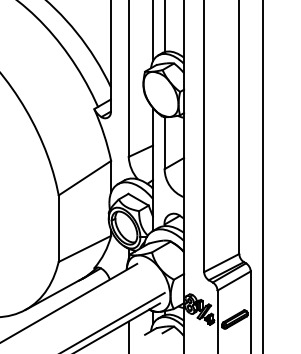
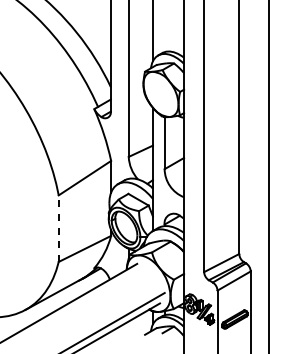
line at (164, 27): present -> none
line at (263, 176) position: (263, 176) -> (269, 176)
line at (58, 228): solid -> dashed
line at (128, 335): present -> none
